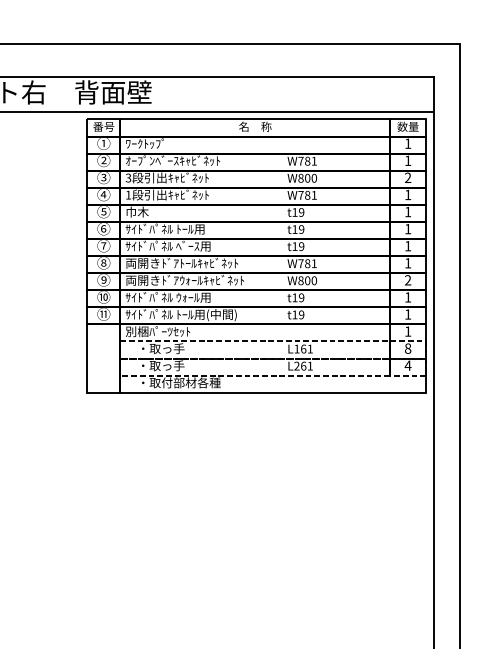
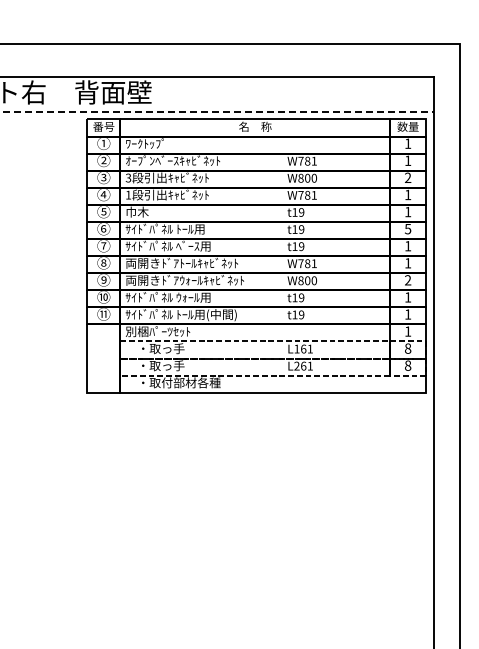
line at (217, 111): solid -> dashed
text at (408, 229): 1 -> 5
text at (407, 365): 4 -> 8
